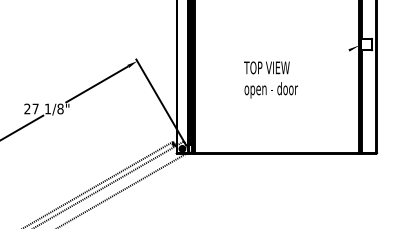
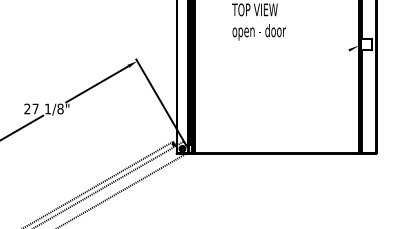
text at (270, 79) position: (270, 79) -> (258, 21)
